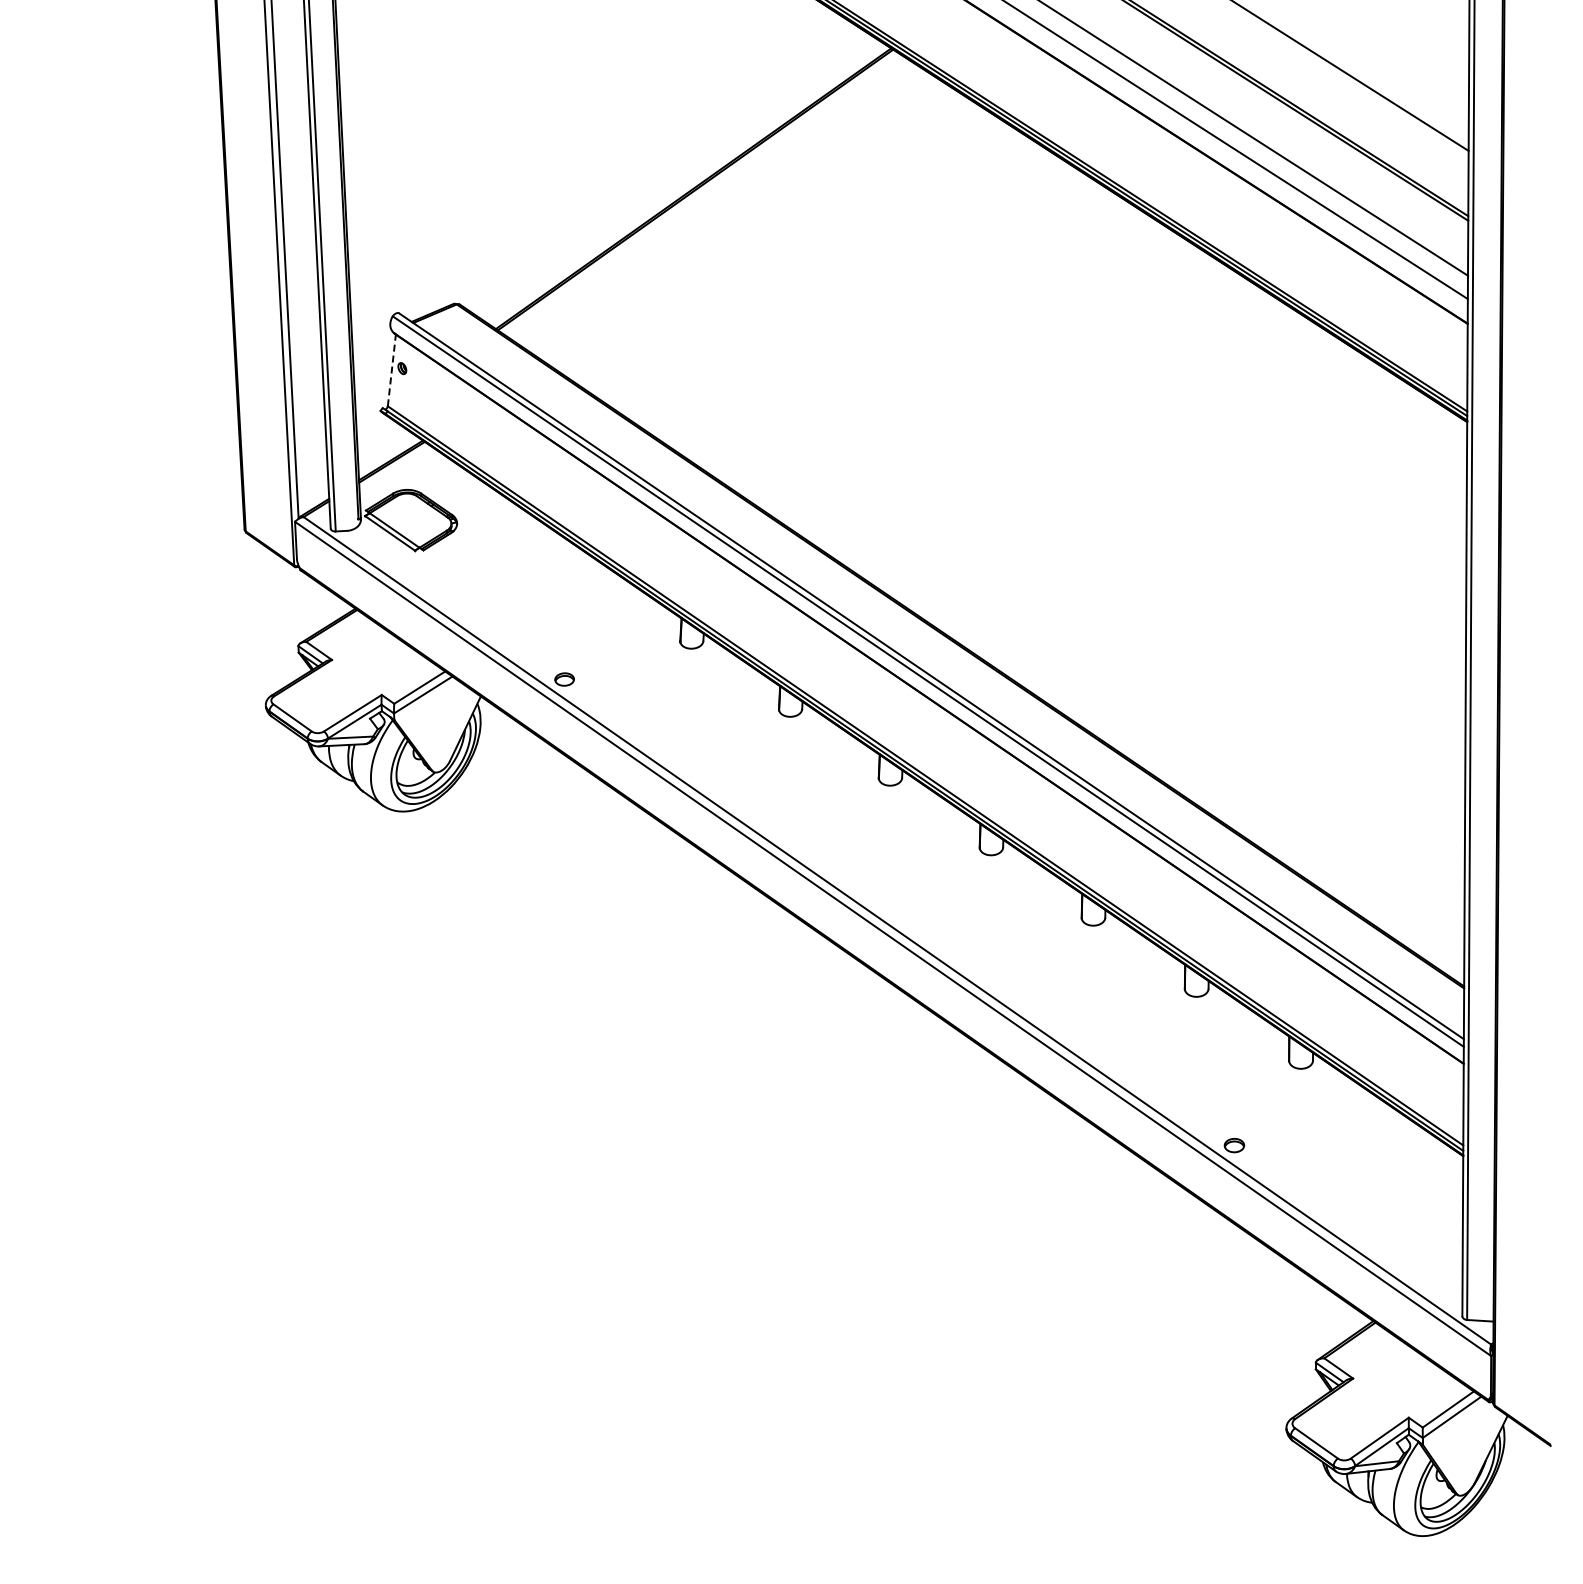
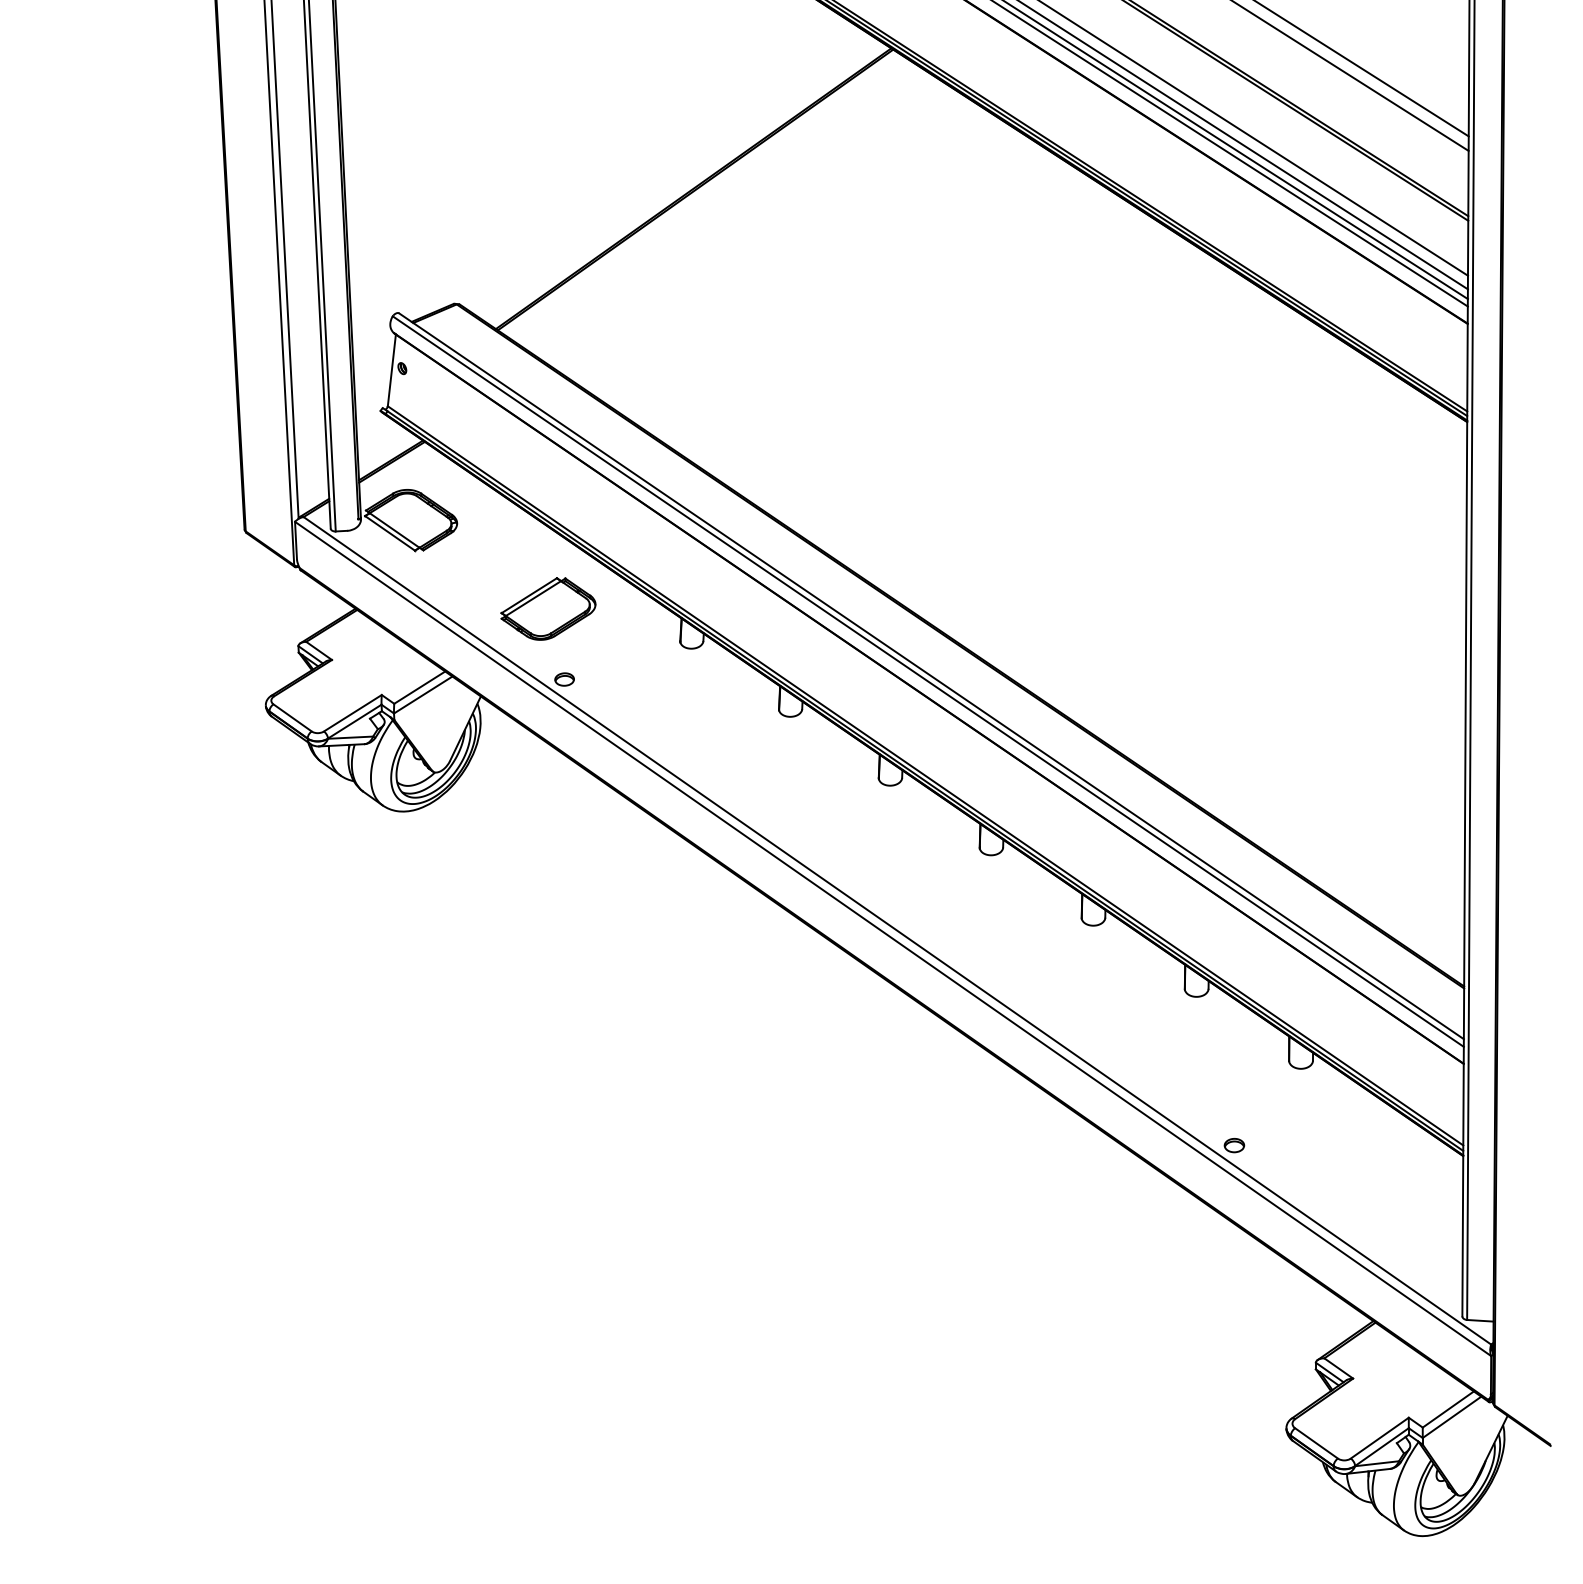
line at (1362, 69): none -> present
line at (1243, 145): none -> present
line at (1230, 154): none -> present
line at (391, 369): dashed -> solid
part at (548, 608): none -> present
